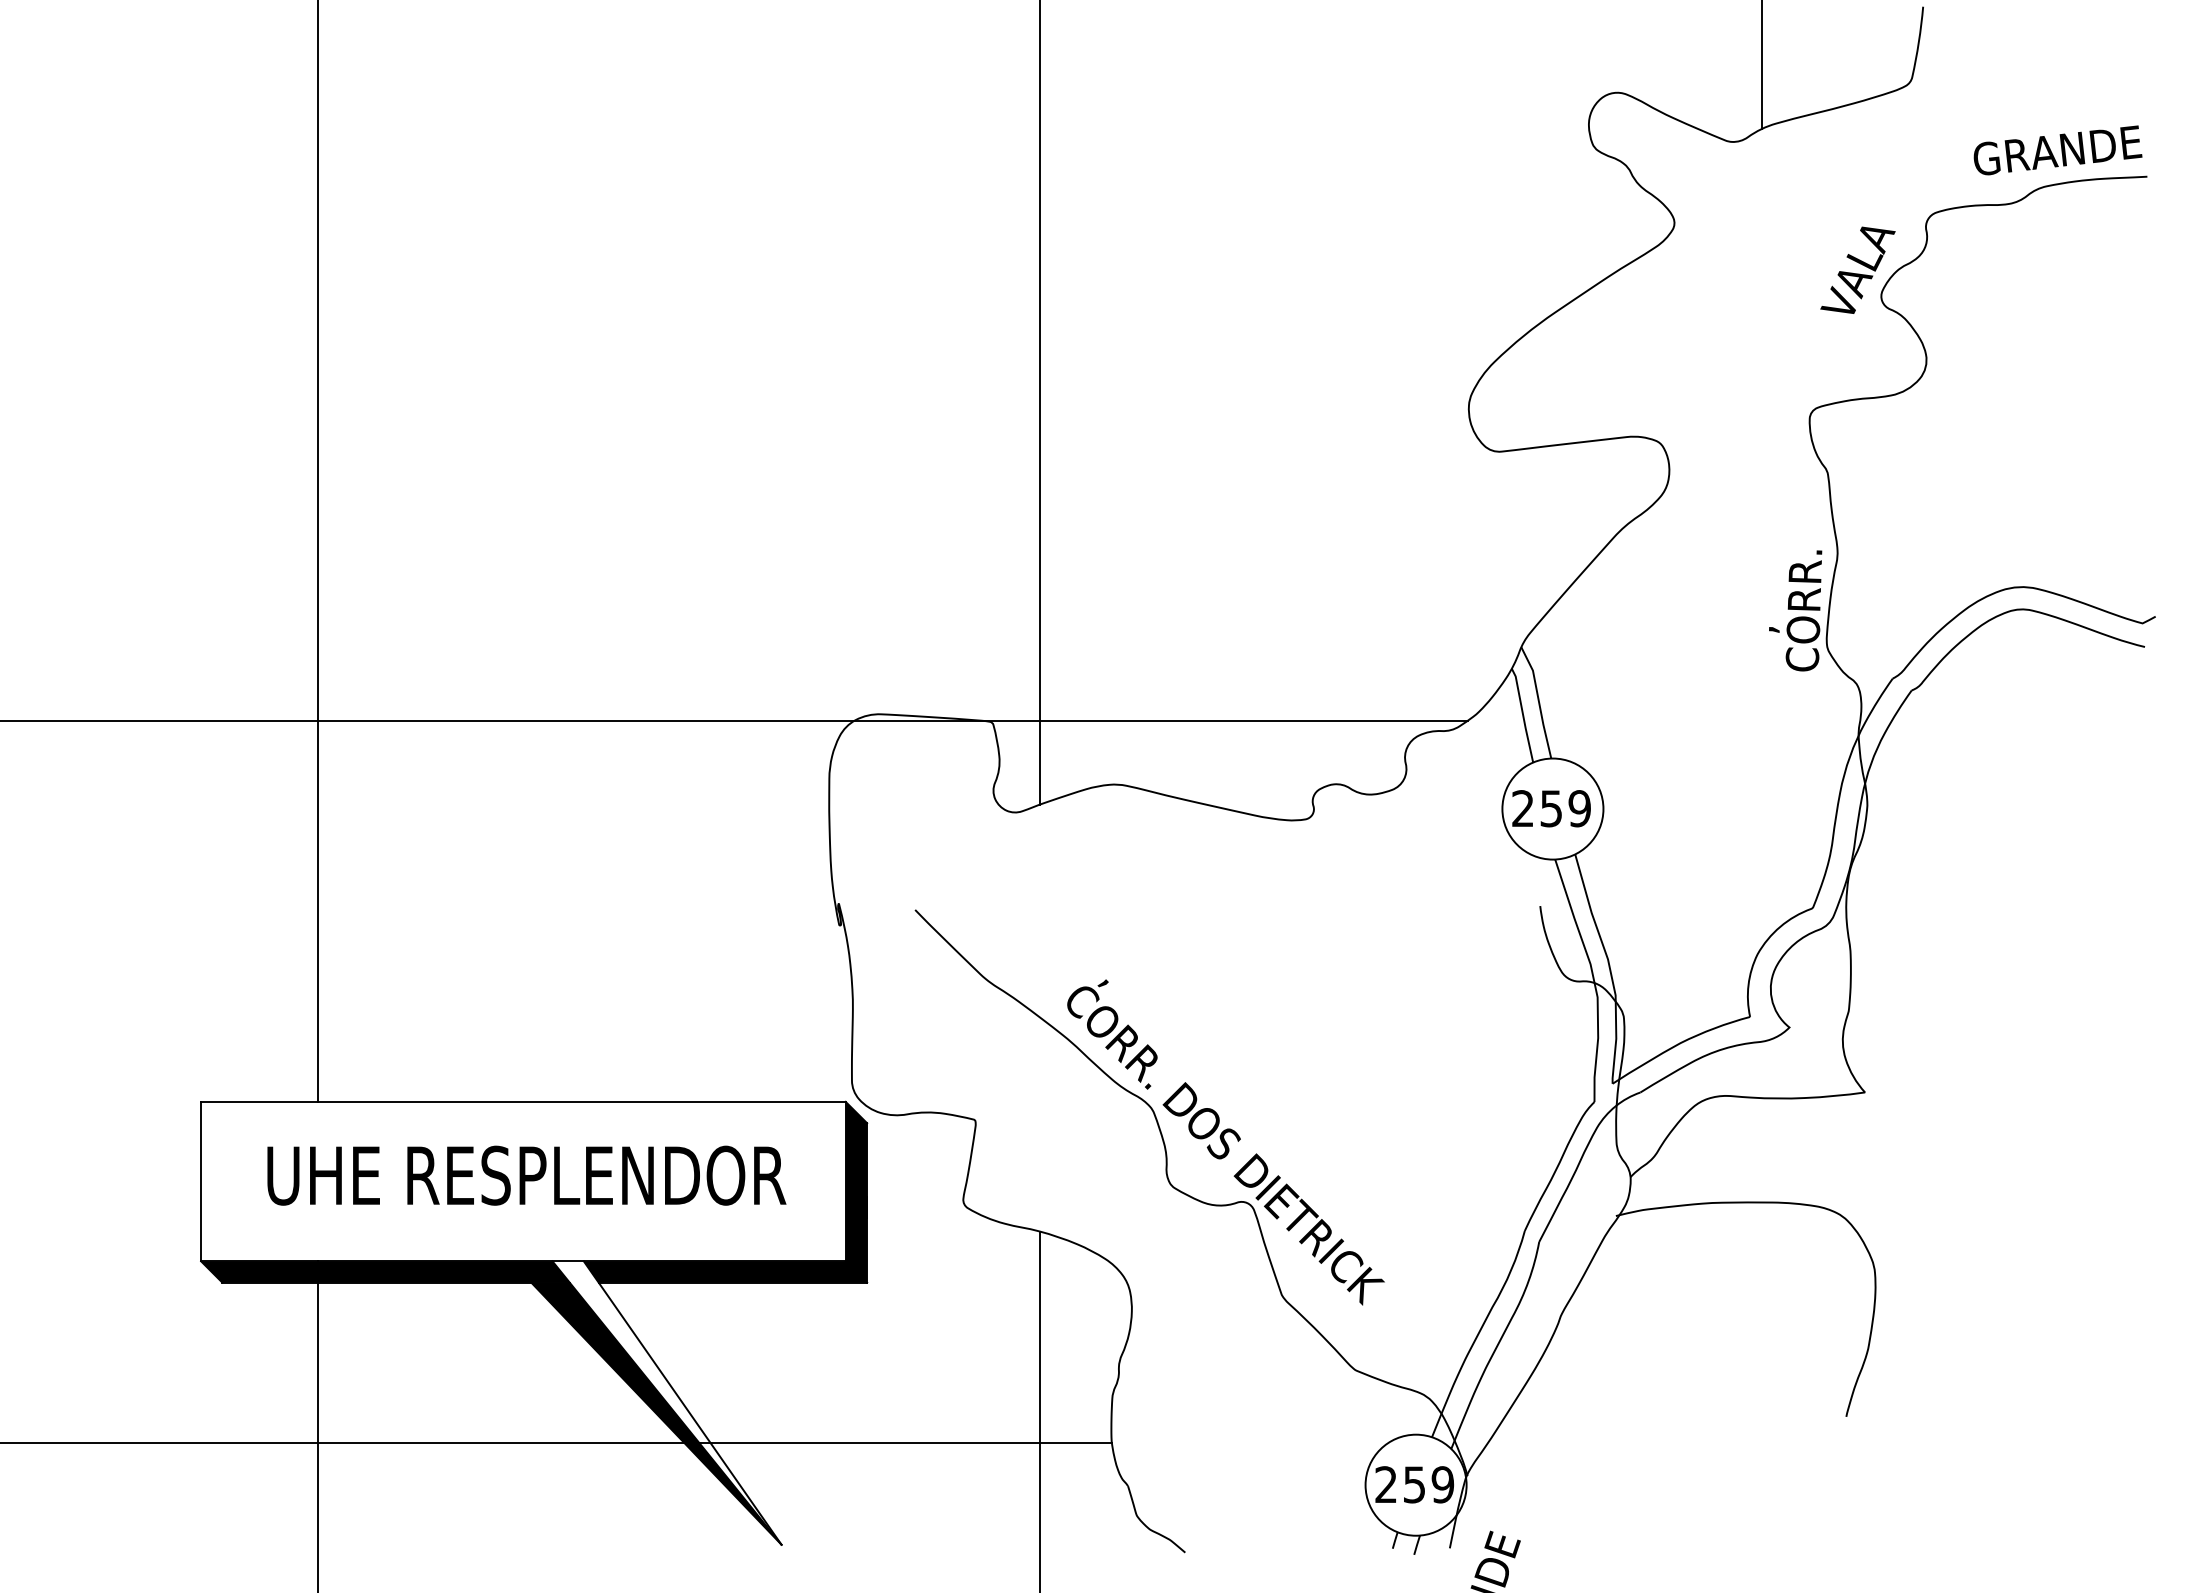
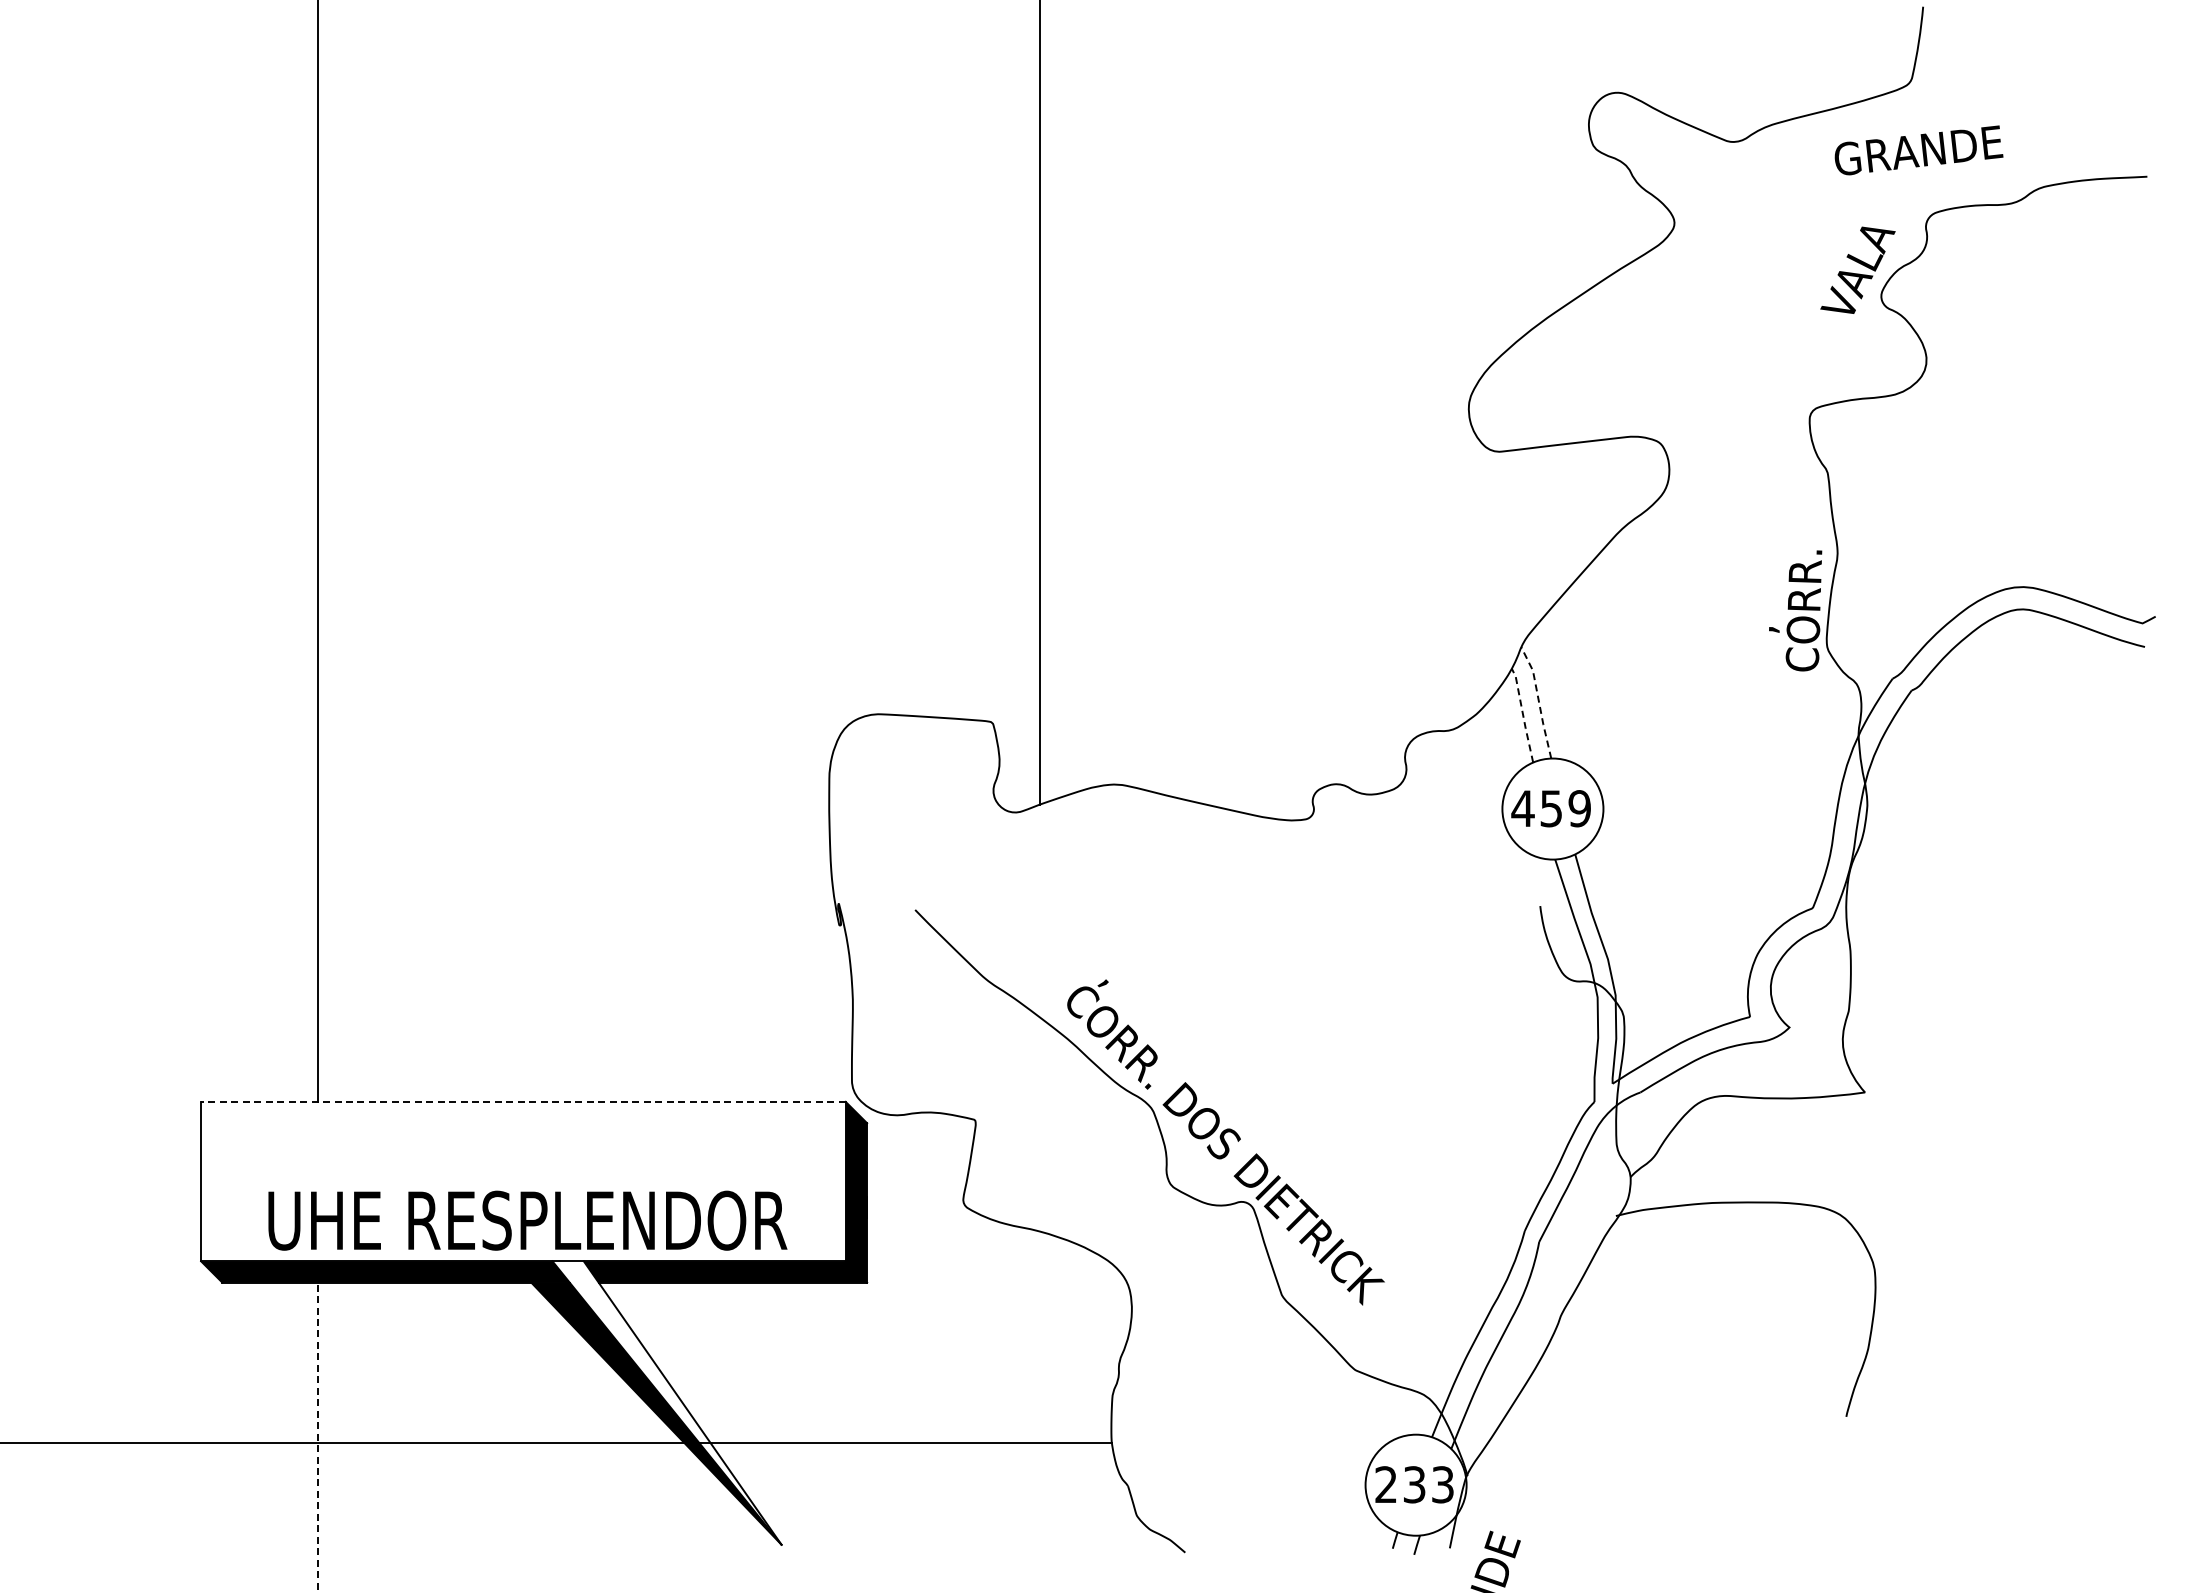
line at (1762, 65): present -> none
text at (2057, 150) position: (2057, 150) -> (1918, 150)
line at (1538, 701): solid -> dashed
line at (1523, 714): solid -> dashed
line at (734, 720): present -> none
text at (1522, 808): 259 -> 459
line at (522, 1101): solid -> dashed
text at (526, 1175) position: (526, 1175) -> (527, 1220)
line at (1039, 1410): present -> none
line at (317, 1426): solid -> dashed
text at (1429, 1484): 259 -> 233
